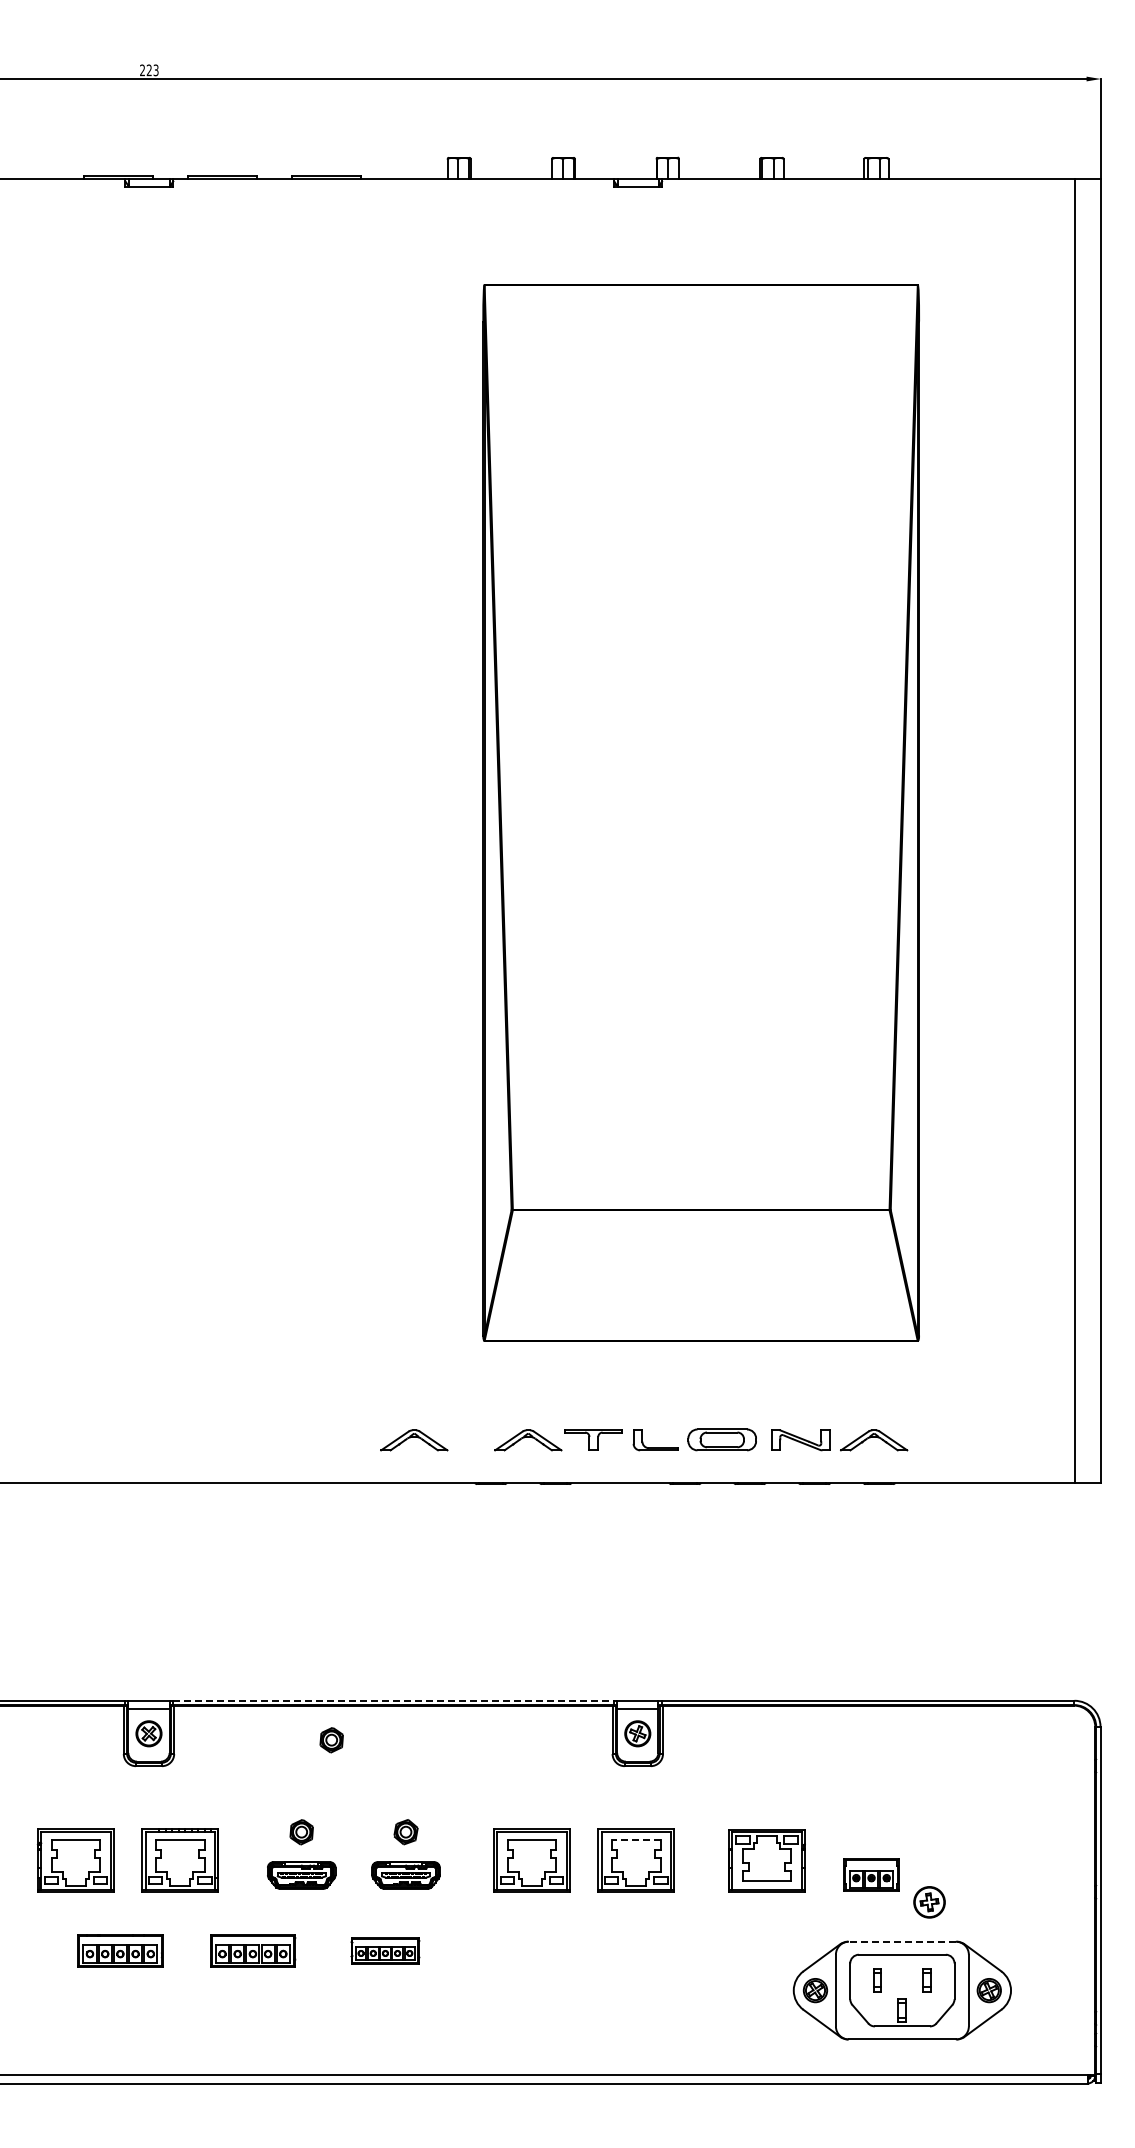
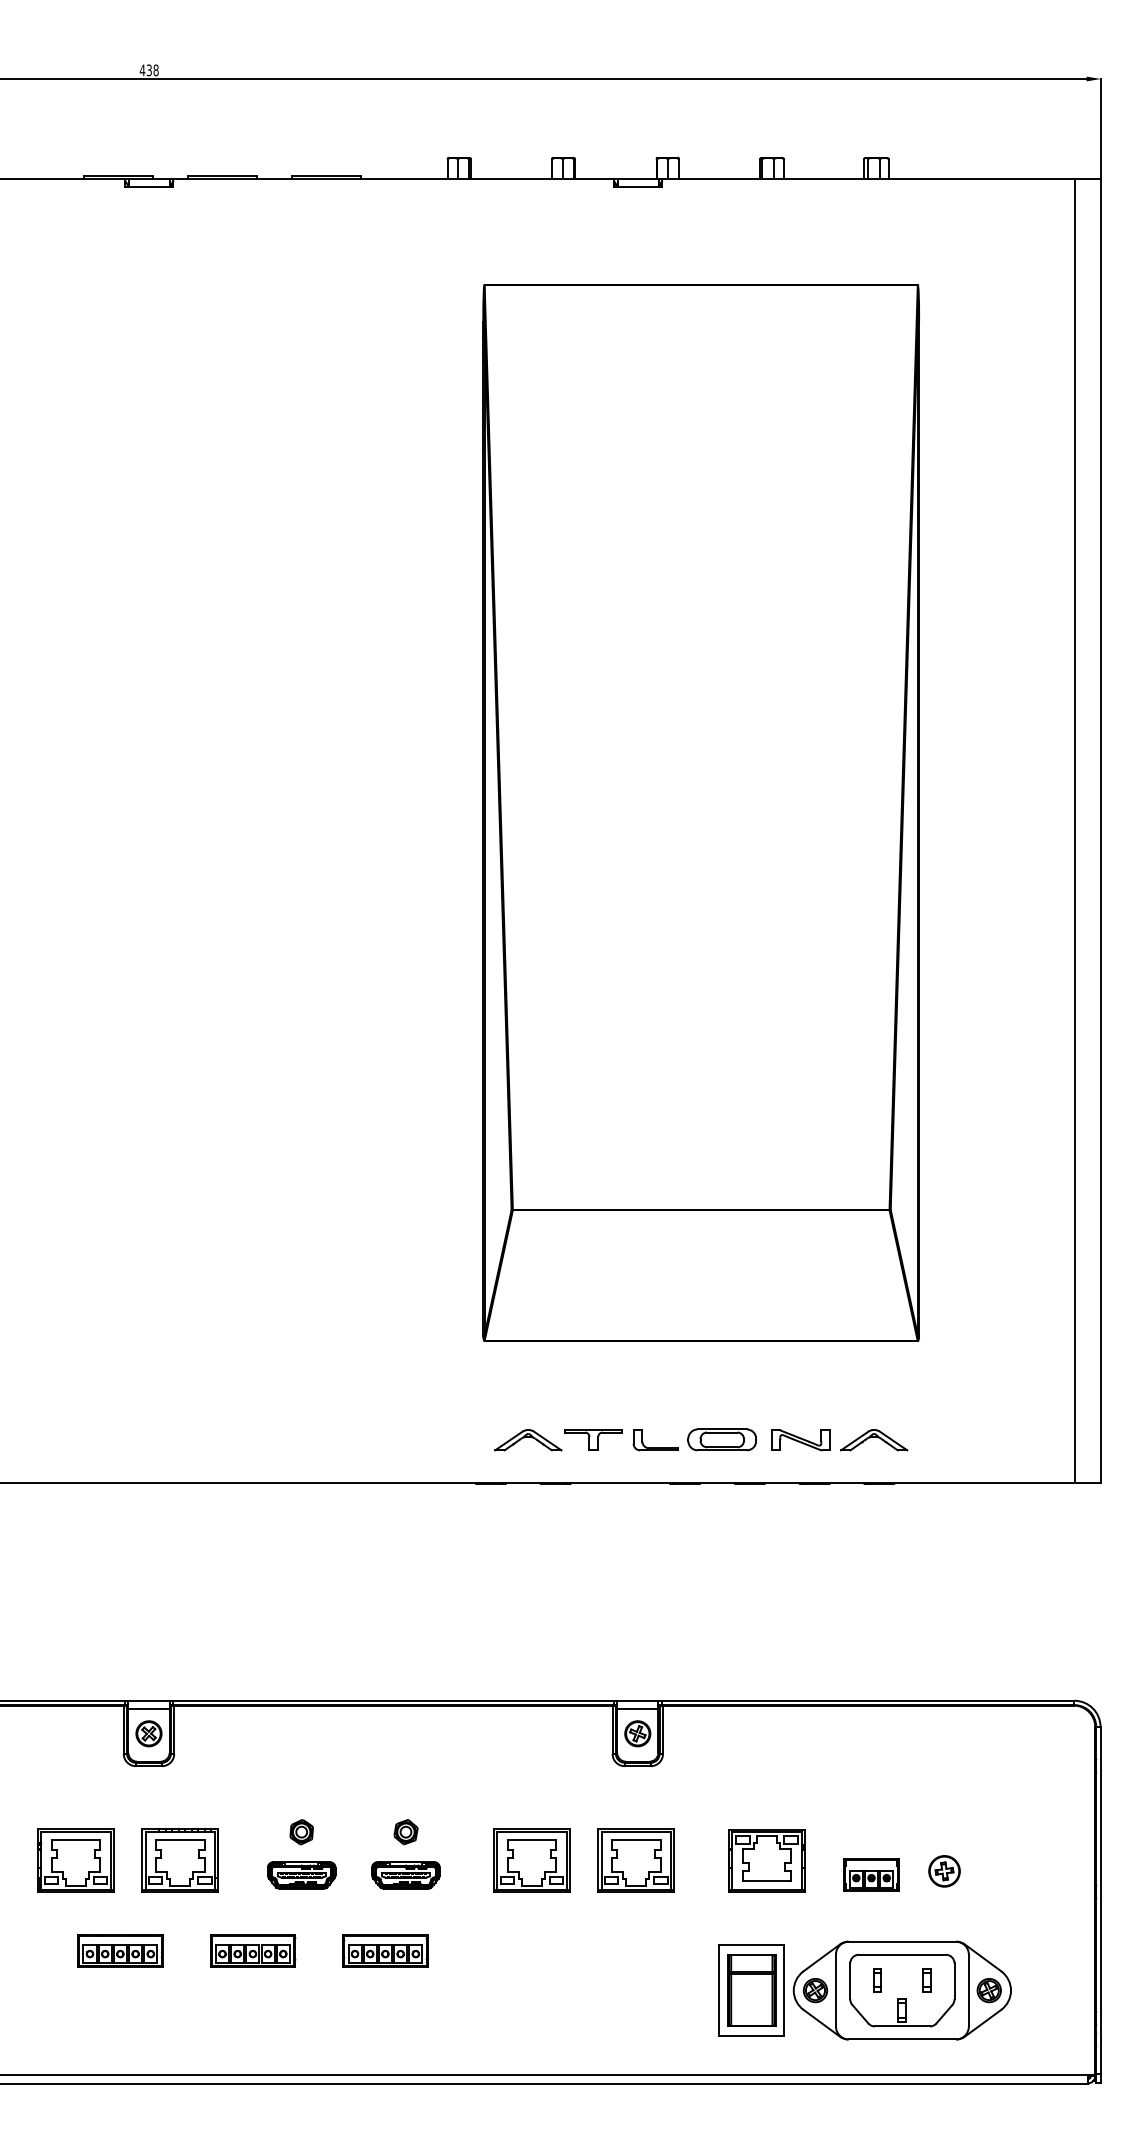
text at (148, 70): 223 -> 438
part at (414, 1440): present -> none
line at (393, 1700): dashed -> solid
part at (331, 1740): present -> none
line at (635, 1840): dashed -> solid
part at (929, 1902) position: (929, 1902) -> (944, 1871)
line at (901, 1941): dashed -> solid
part at (385, 1950) size: 71x28 px -> 87x34 px
part at (751, 1990): none -> present
